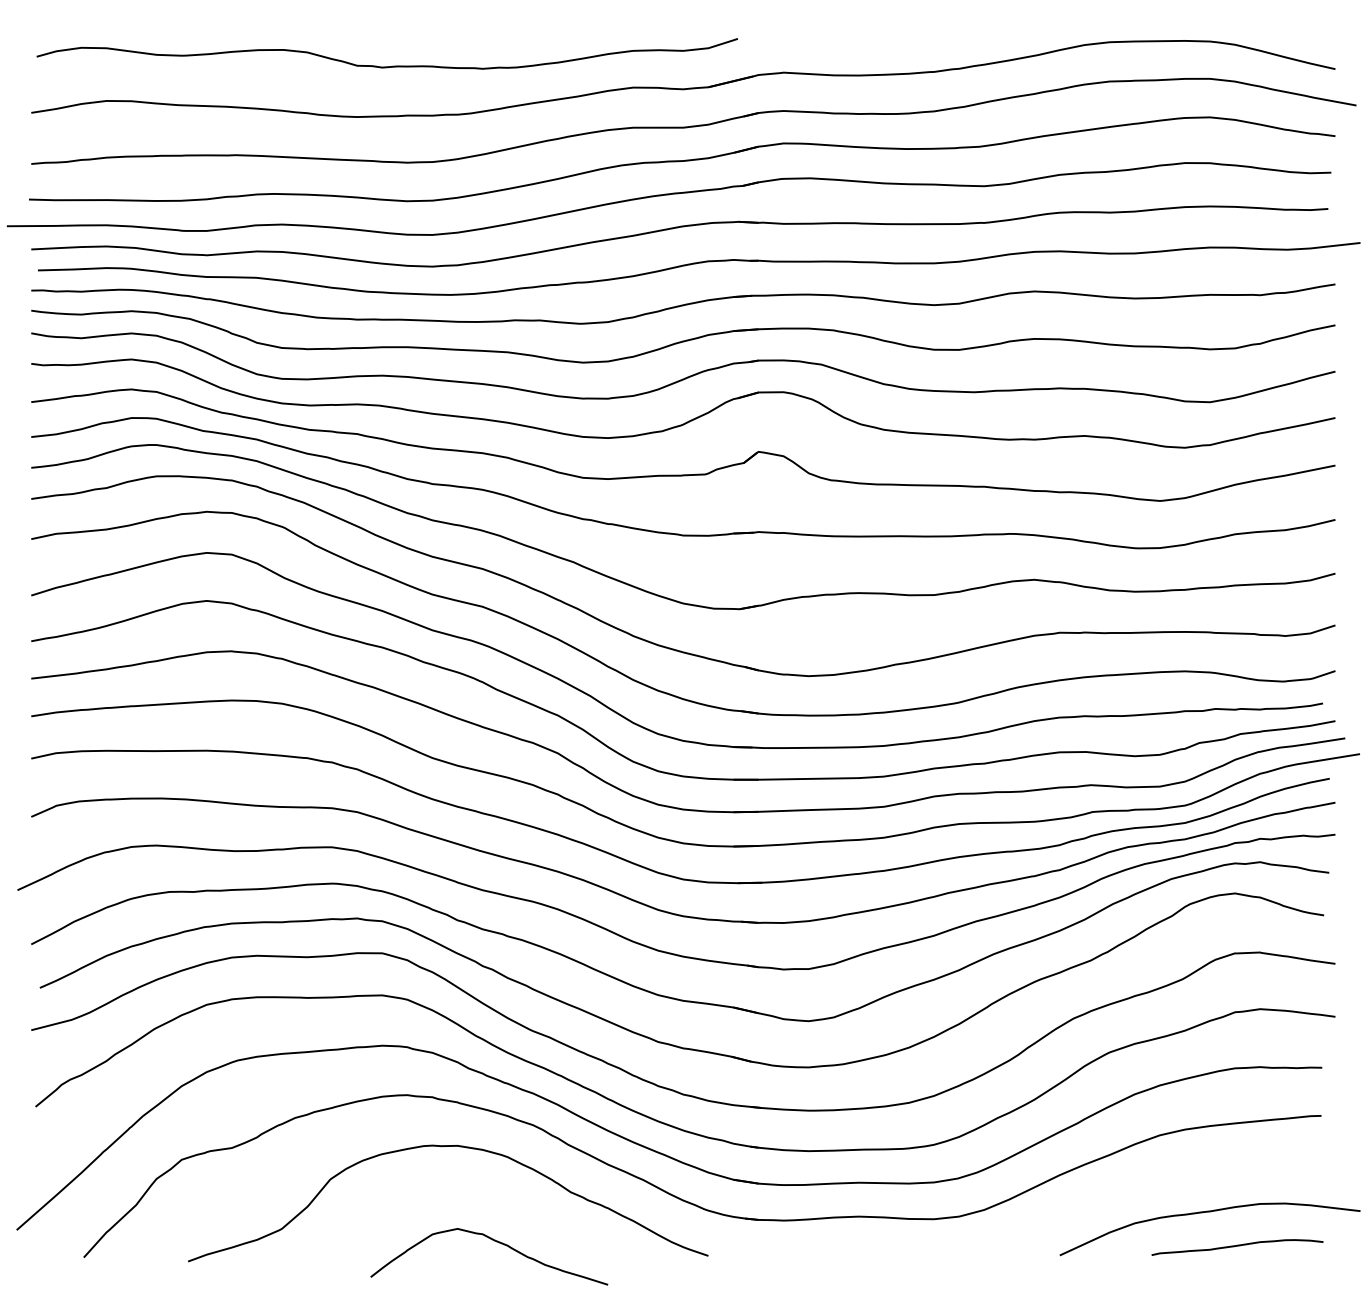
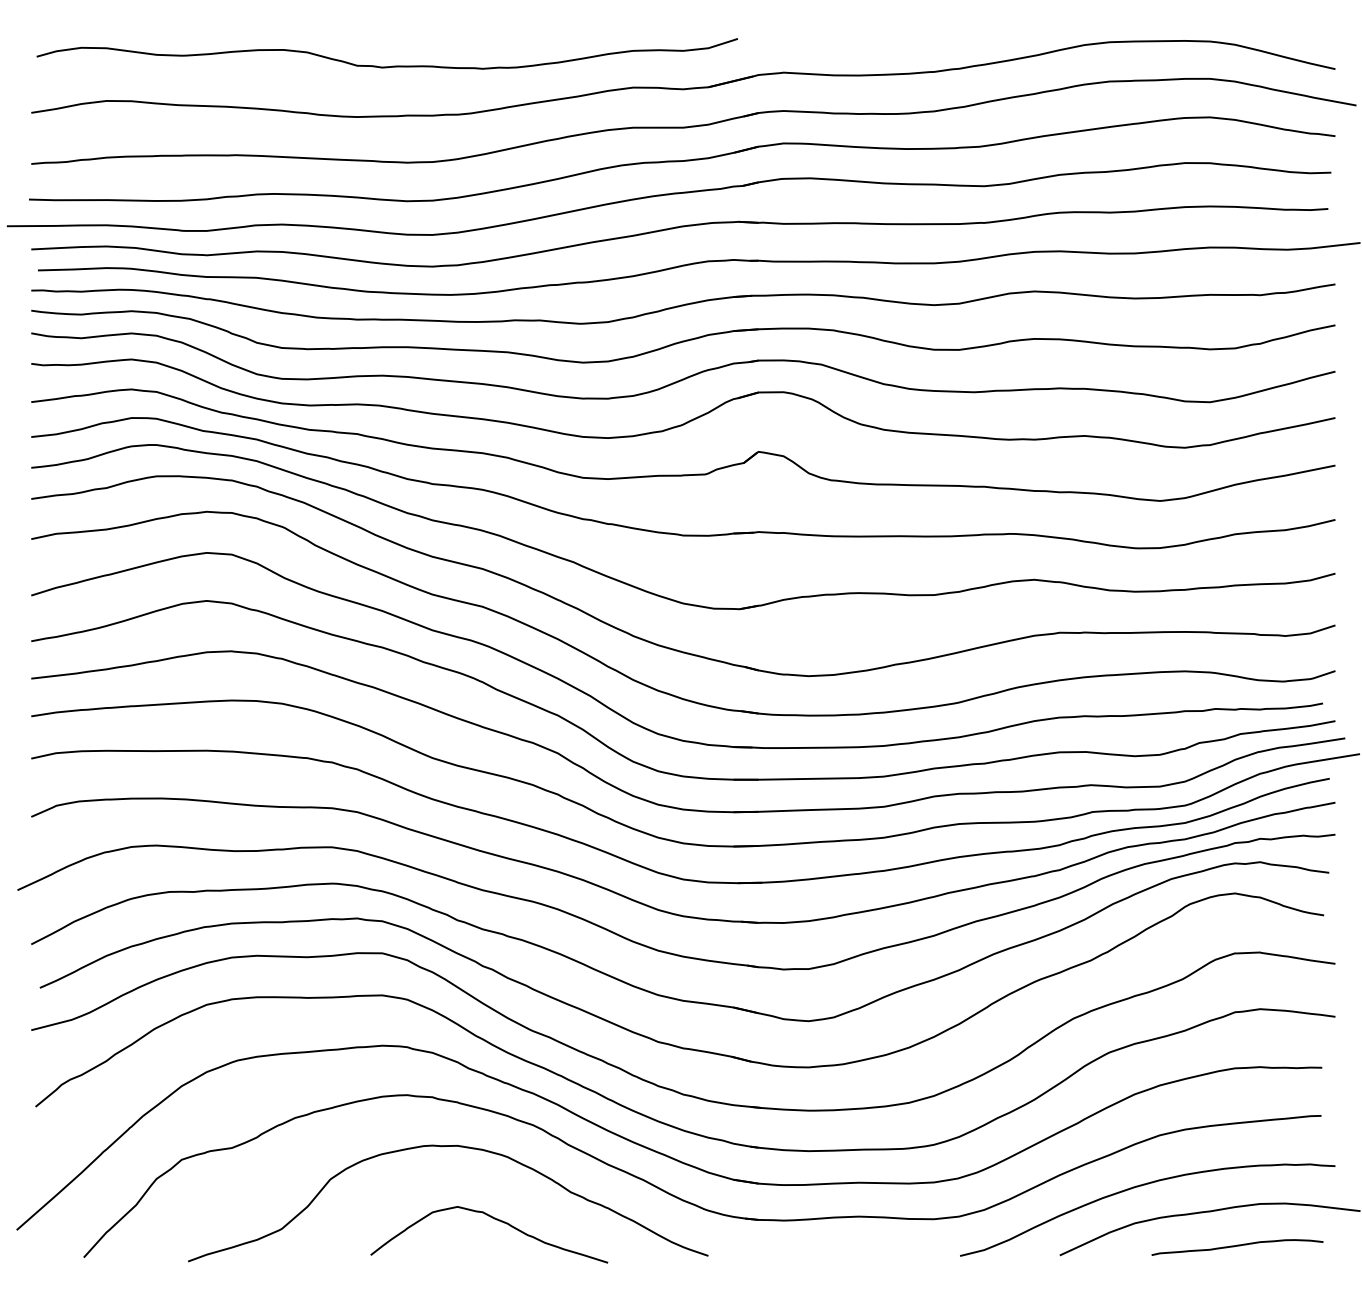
curve at (1141, 1186): none -> present
curve at (496, 1242) position: (496, 1242) -> (496, 1220)
